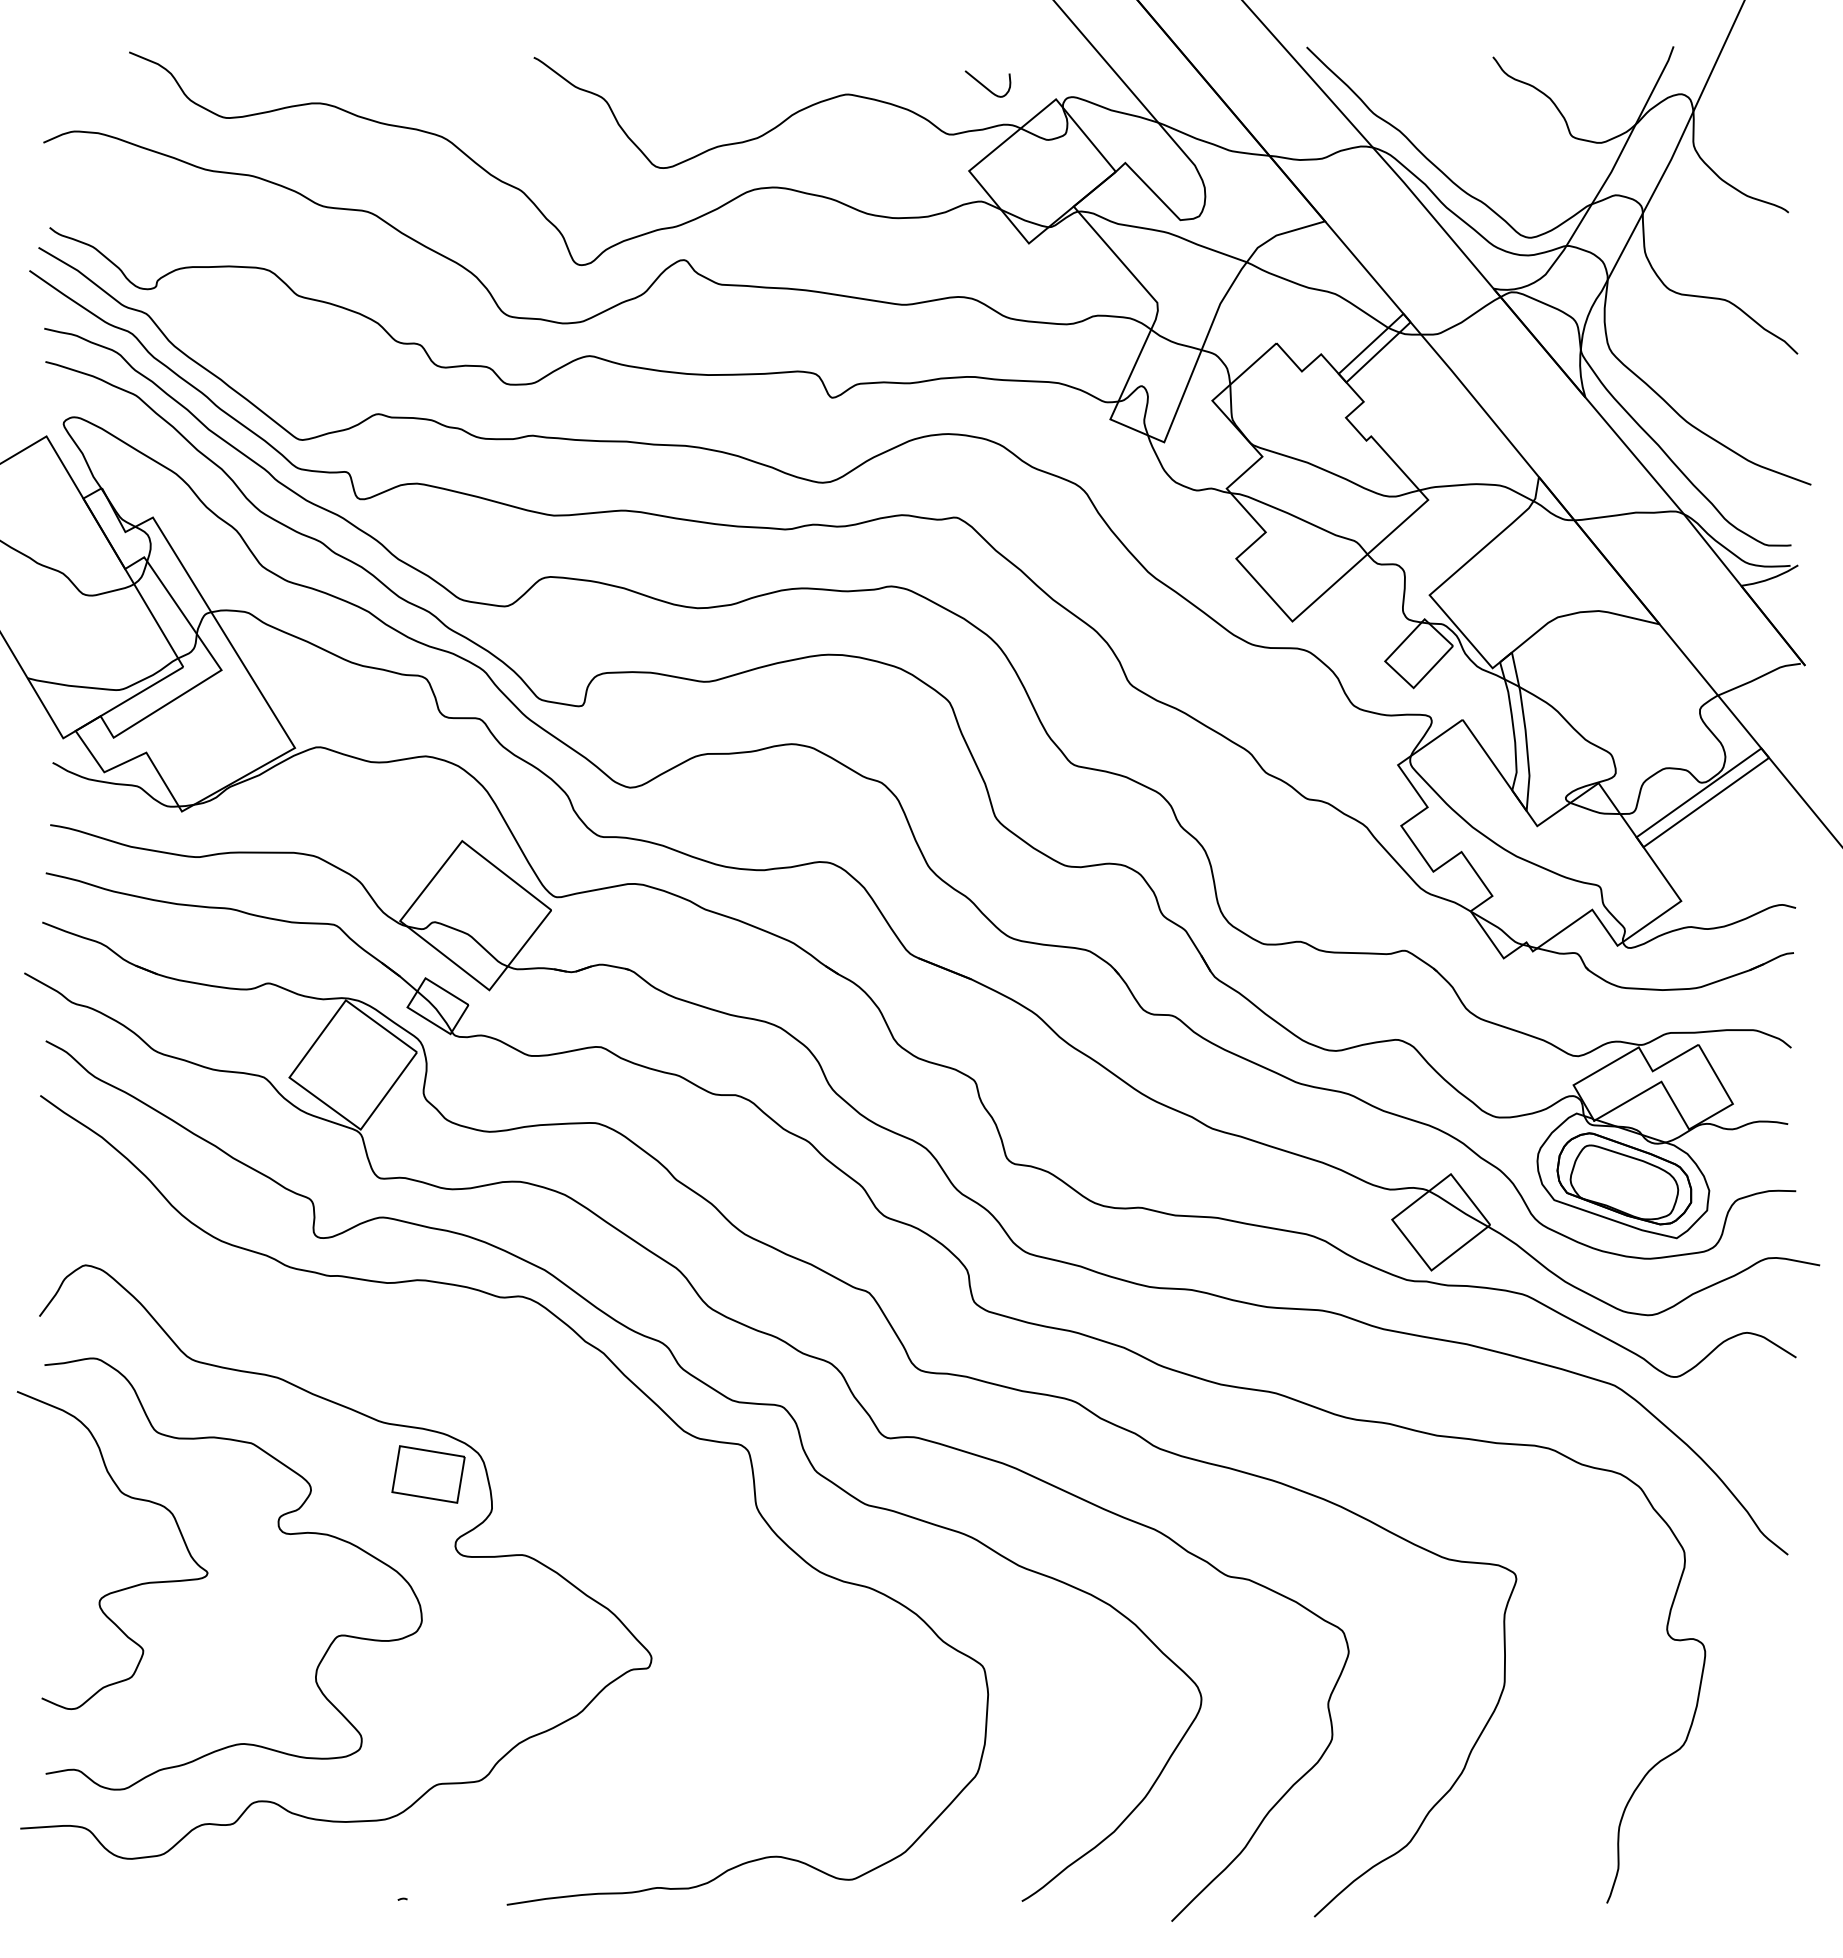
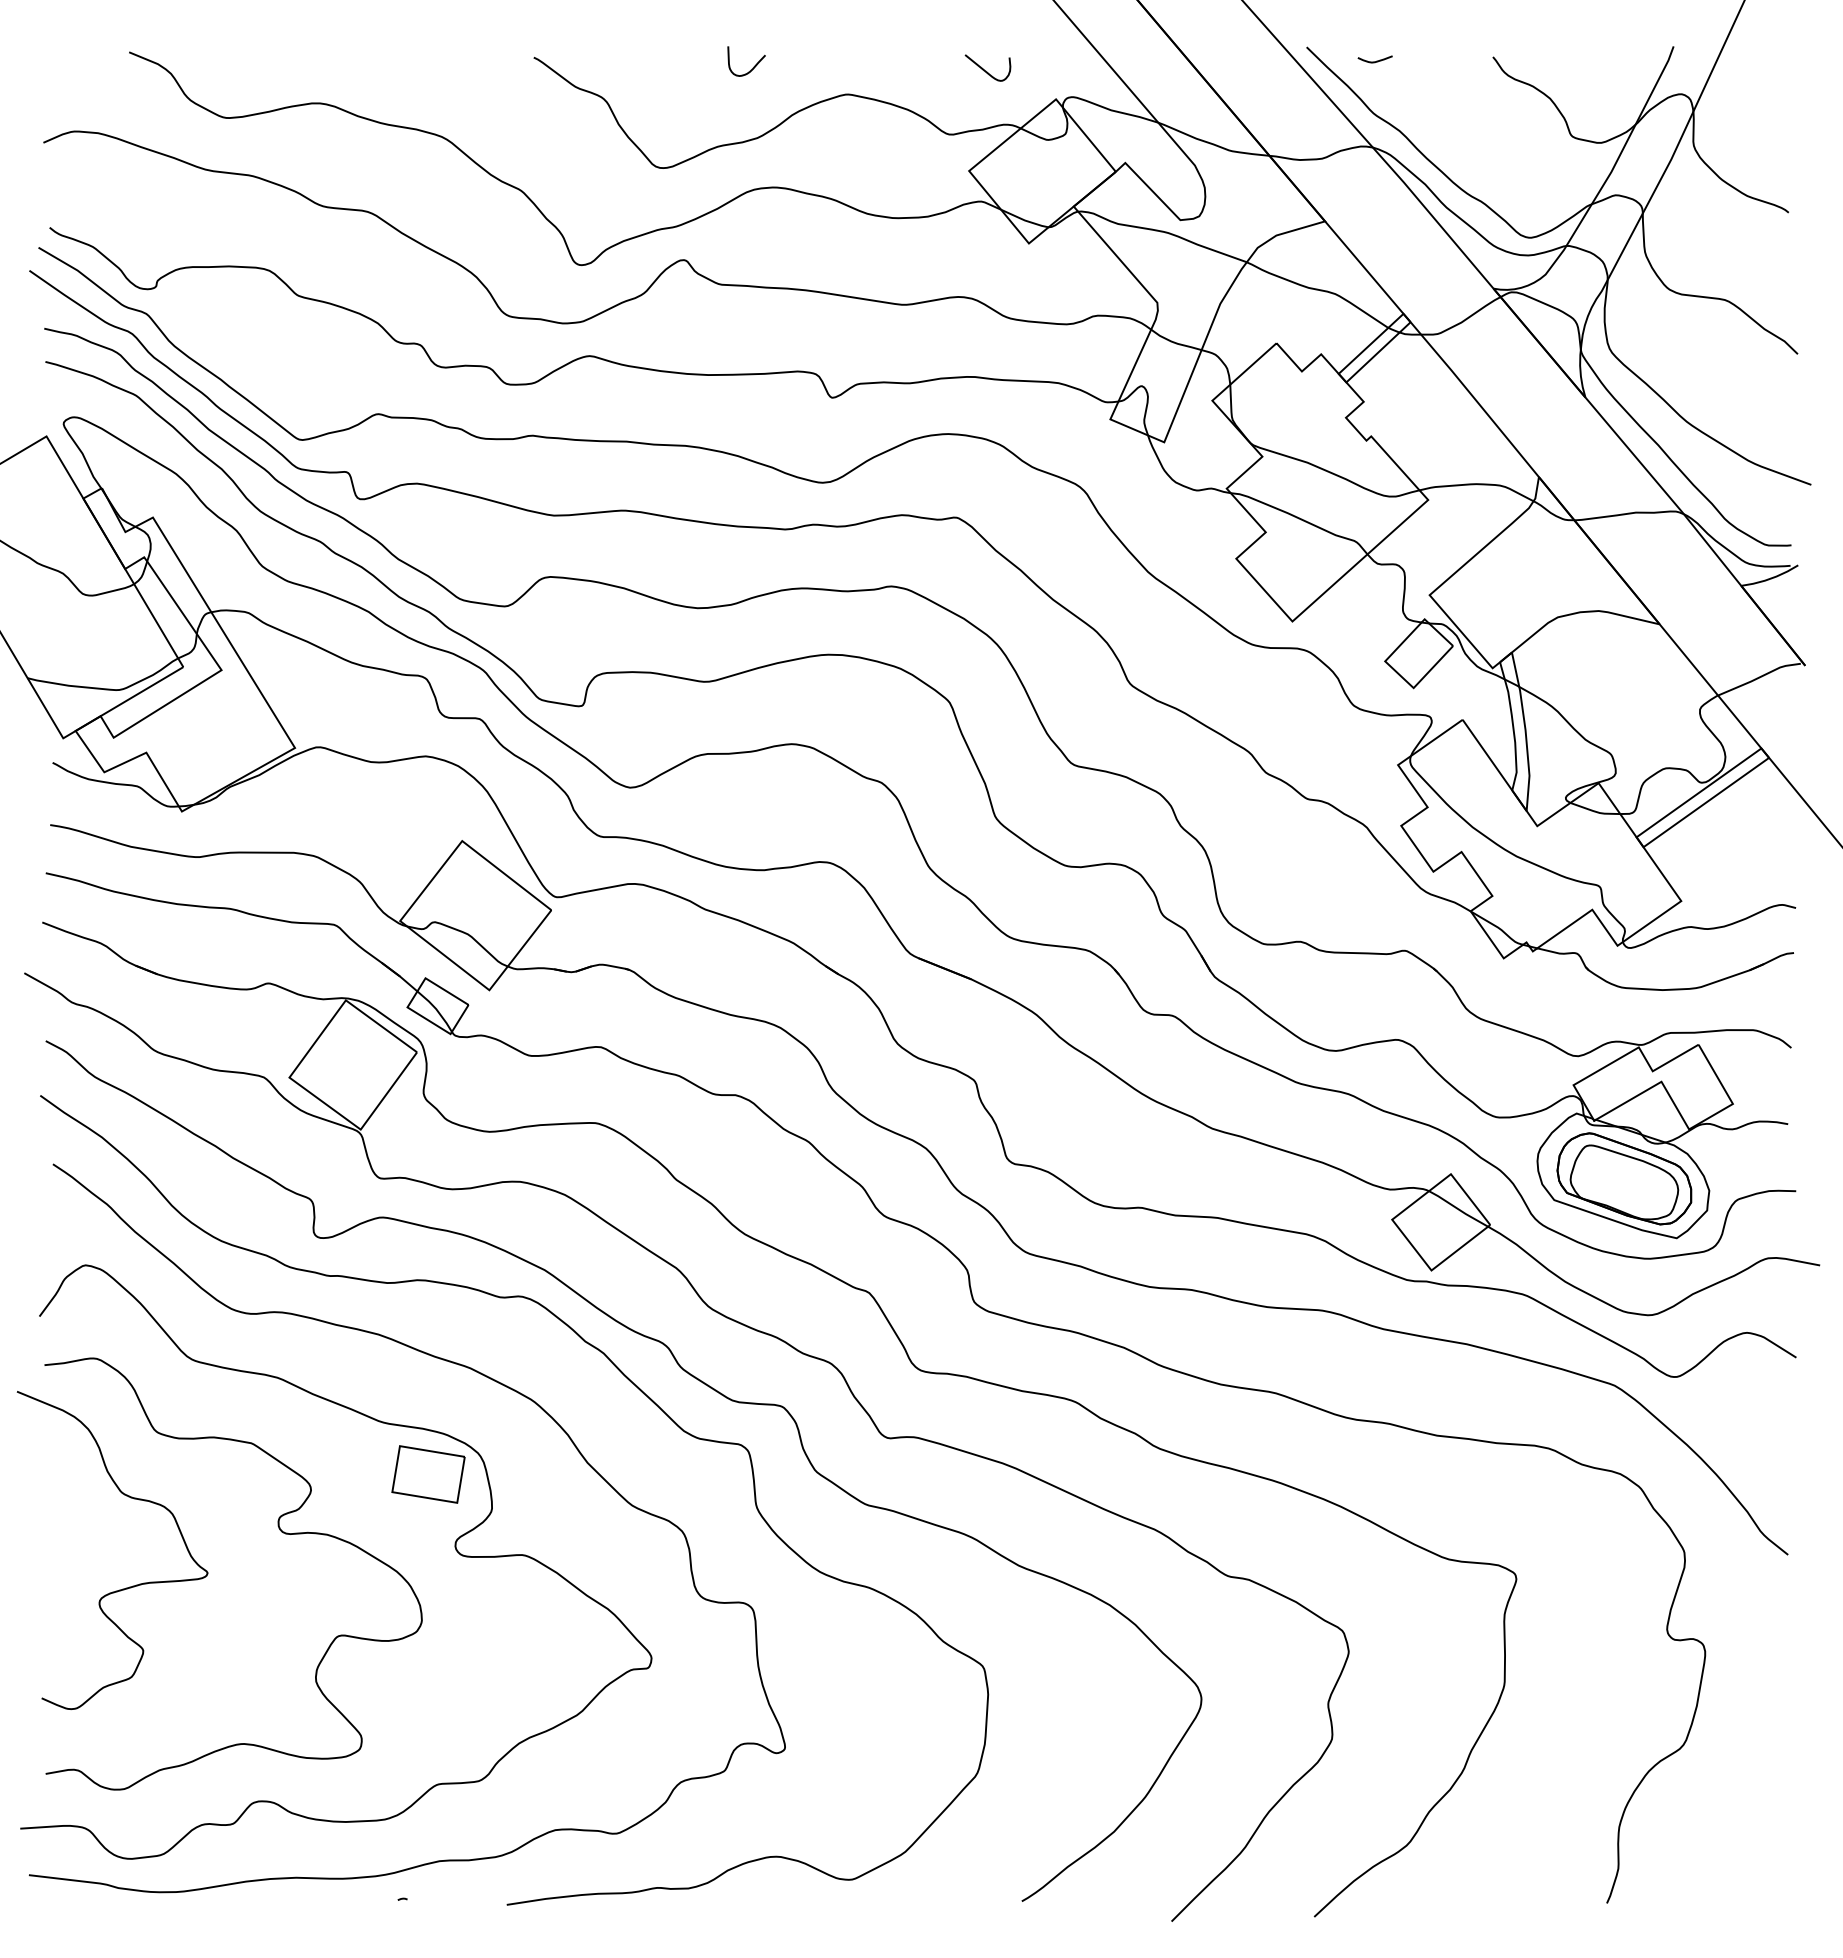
curve at (1374, 61): none -> present
curve at (753, 66): none -> present
curve at (984, 85) position: (984, 85) -> (984, 69)
curve at (482, 1375): none -> present
